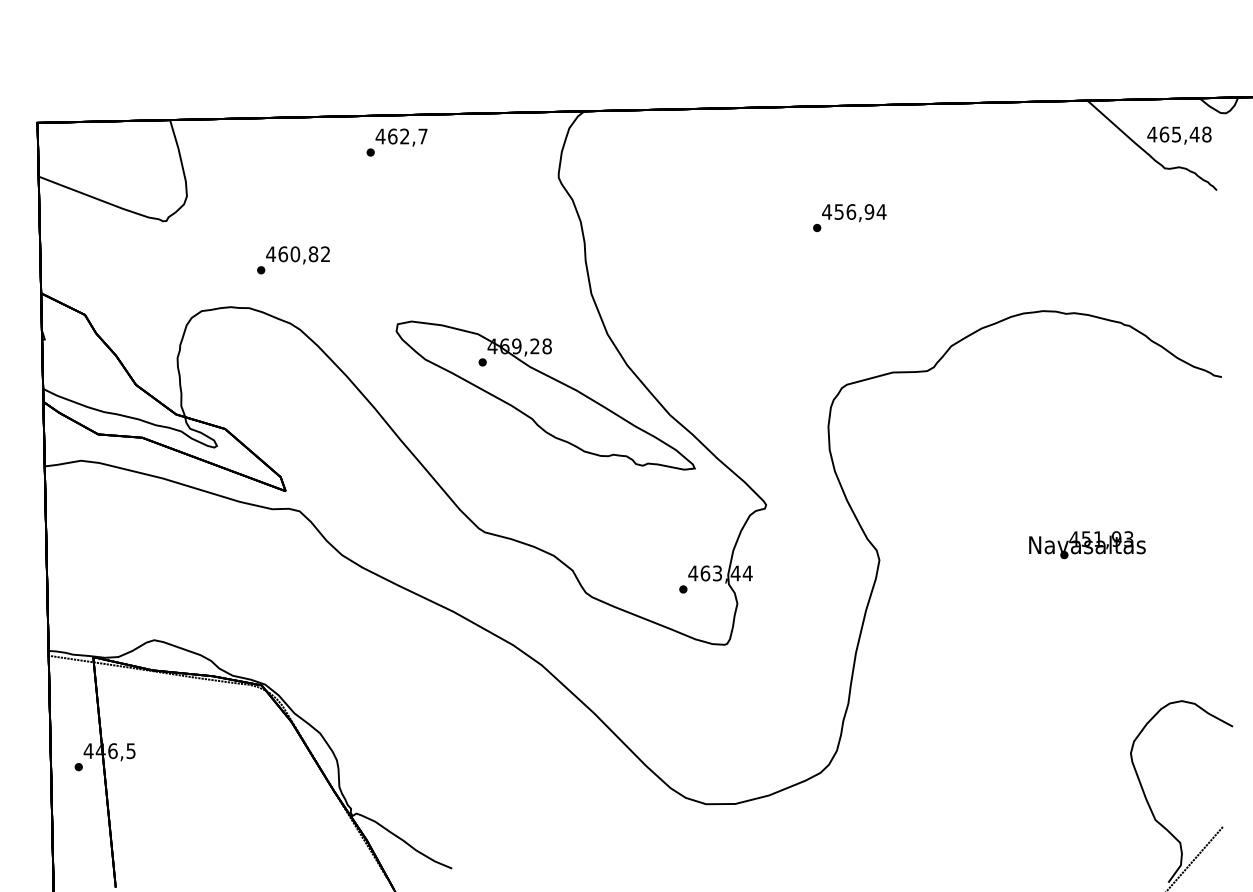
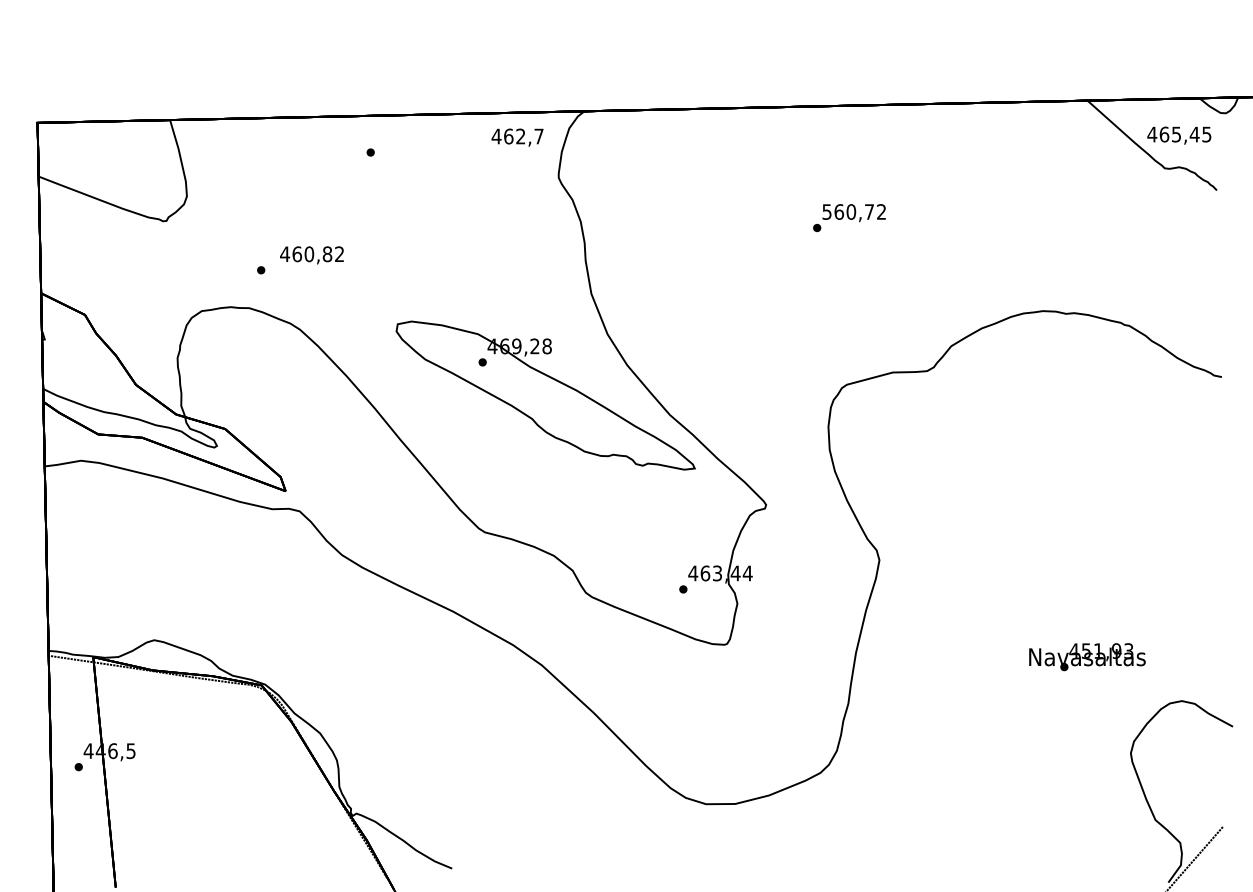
text at (1206, 134): 465,48 -> 465,45
text at (401, 137) position: (401, 137) -> (517, 137)
text at (854, 211): 456,94 -> 560,72
text at (297, 255) position: (297, 255) -> (311, 255)
text at (1087, 545) position: (1087, 545) -> (1087, 657)
